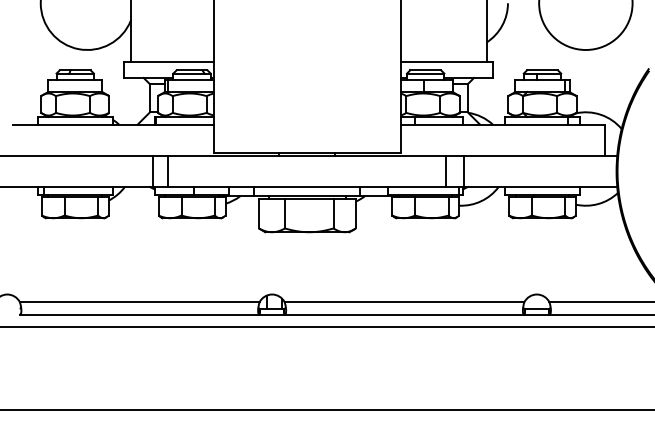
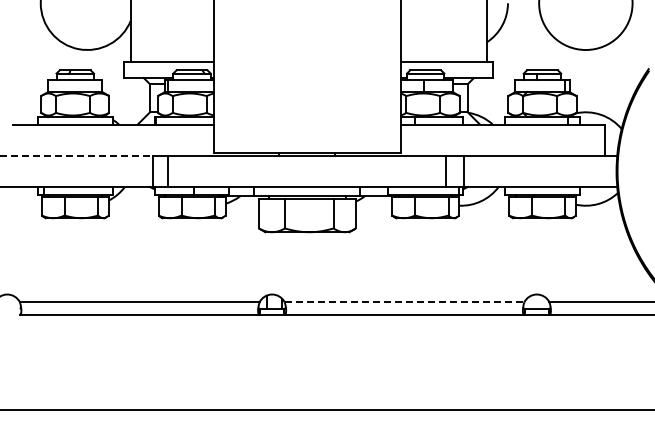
line at (77, 155): solid -> dashed
line at (404, 302): solid -> dashed
line at (326, 326): present -> none
